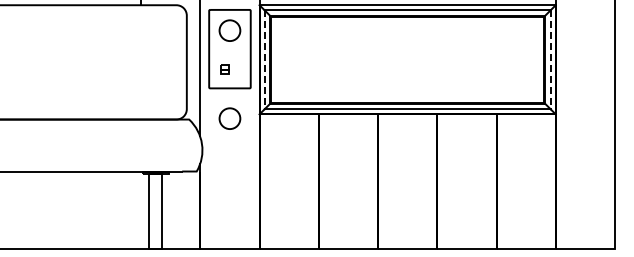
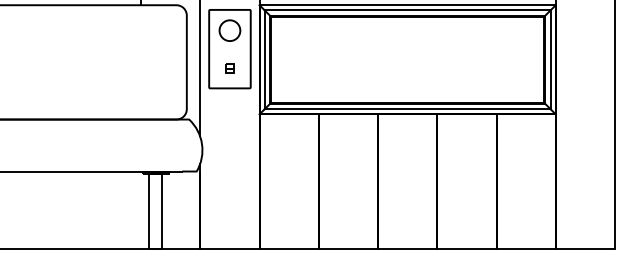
line at (264, 60): dashed -> solid
line at (550, 60): dashed -> solid
part at (224, 69) position: (224, 69) -> (229, 68)
circle at (229, 118): present -> none
